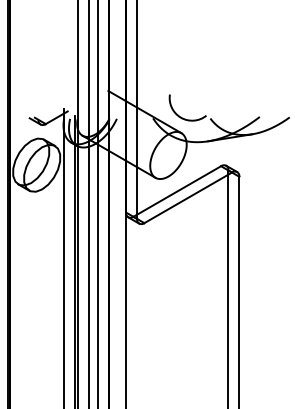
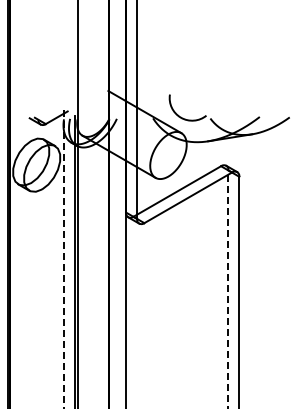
line at (88, 203): present -> none
line at (97, 203): present -> none
line at (64, 258): solid -> dashed
line at (228, 289): solid -> dashed
